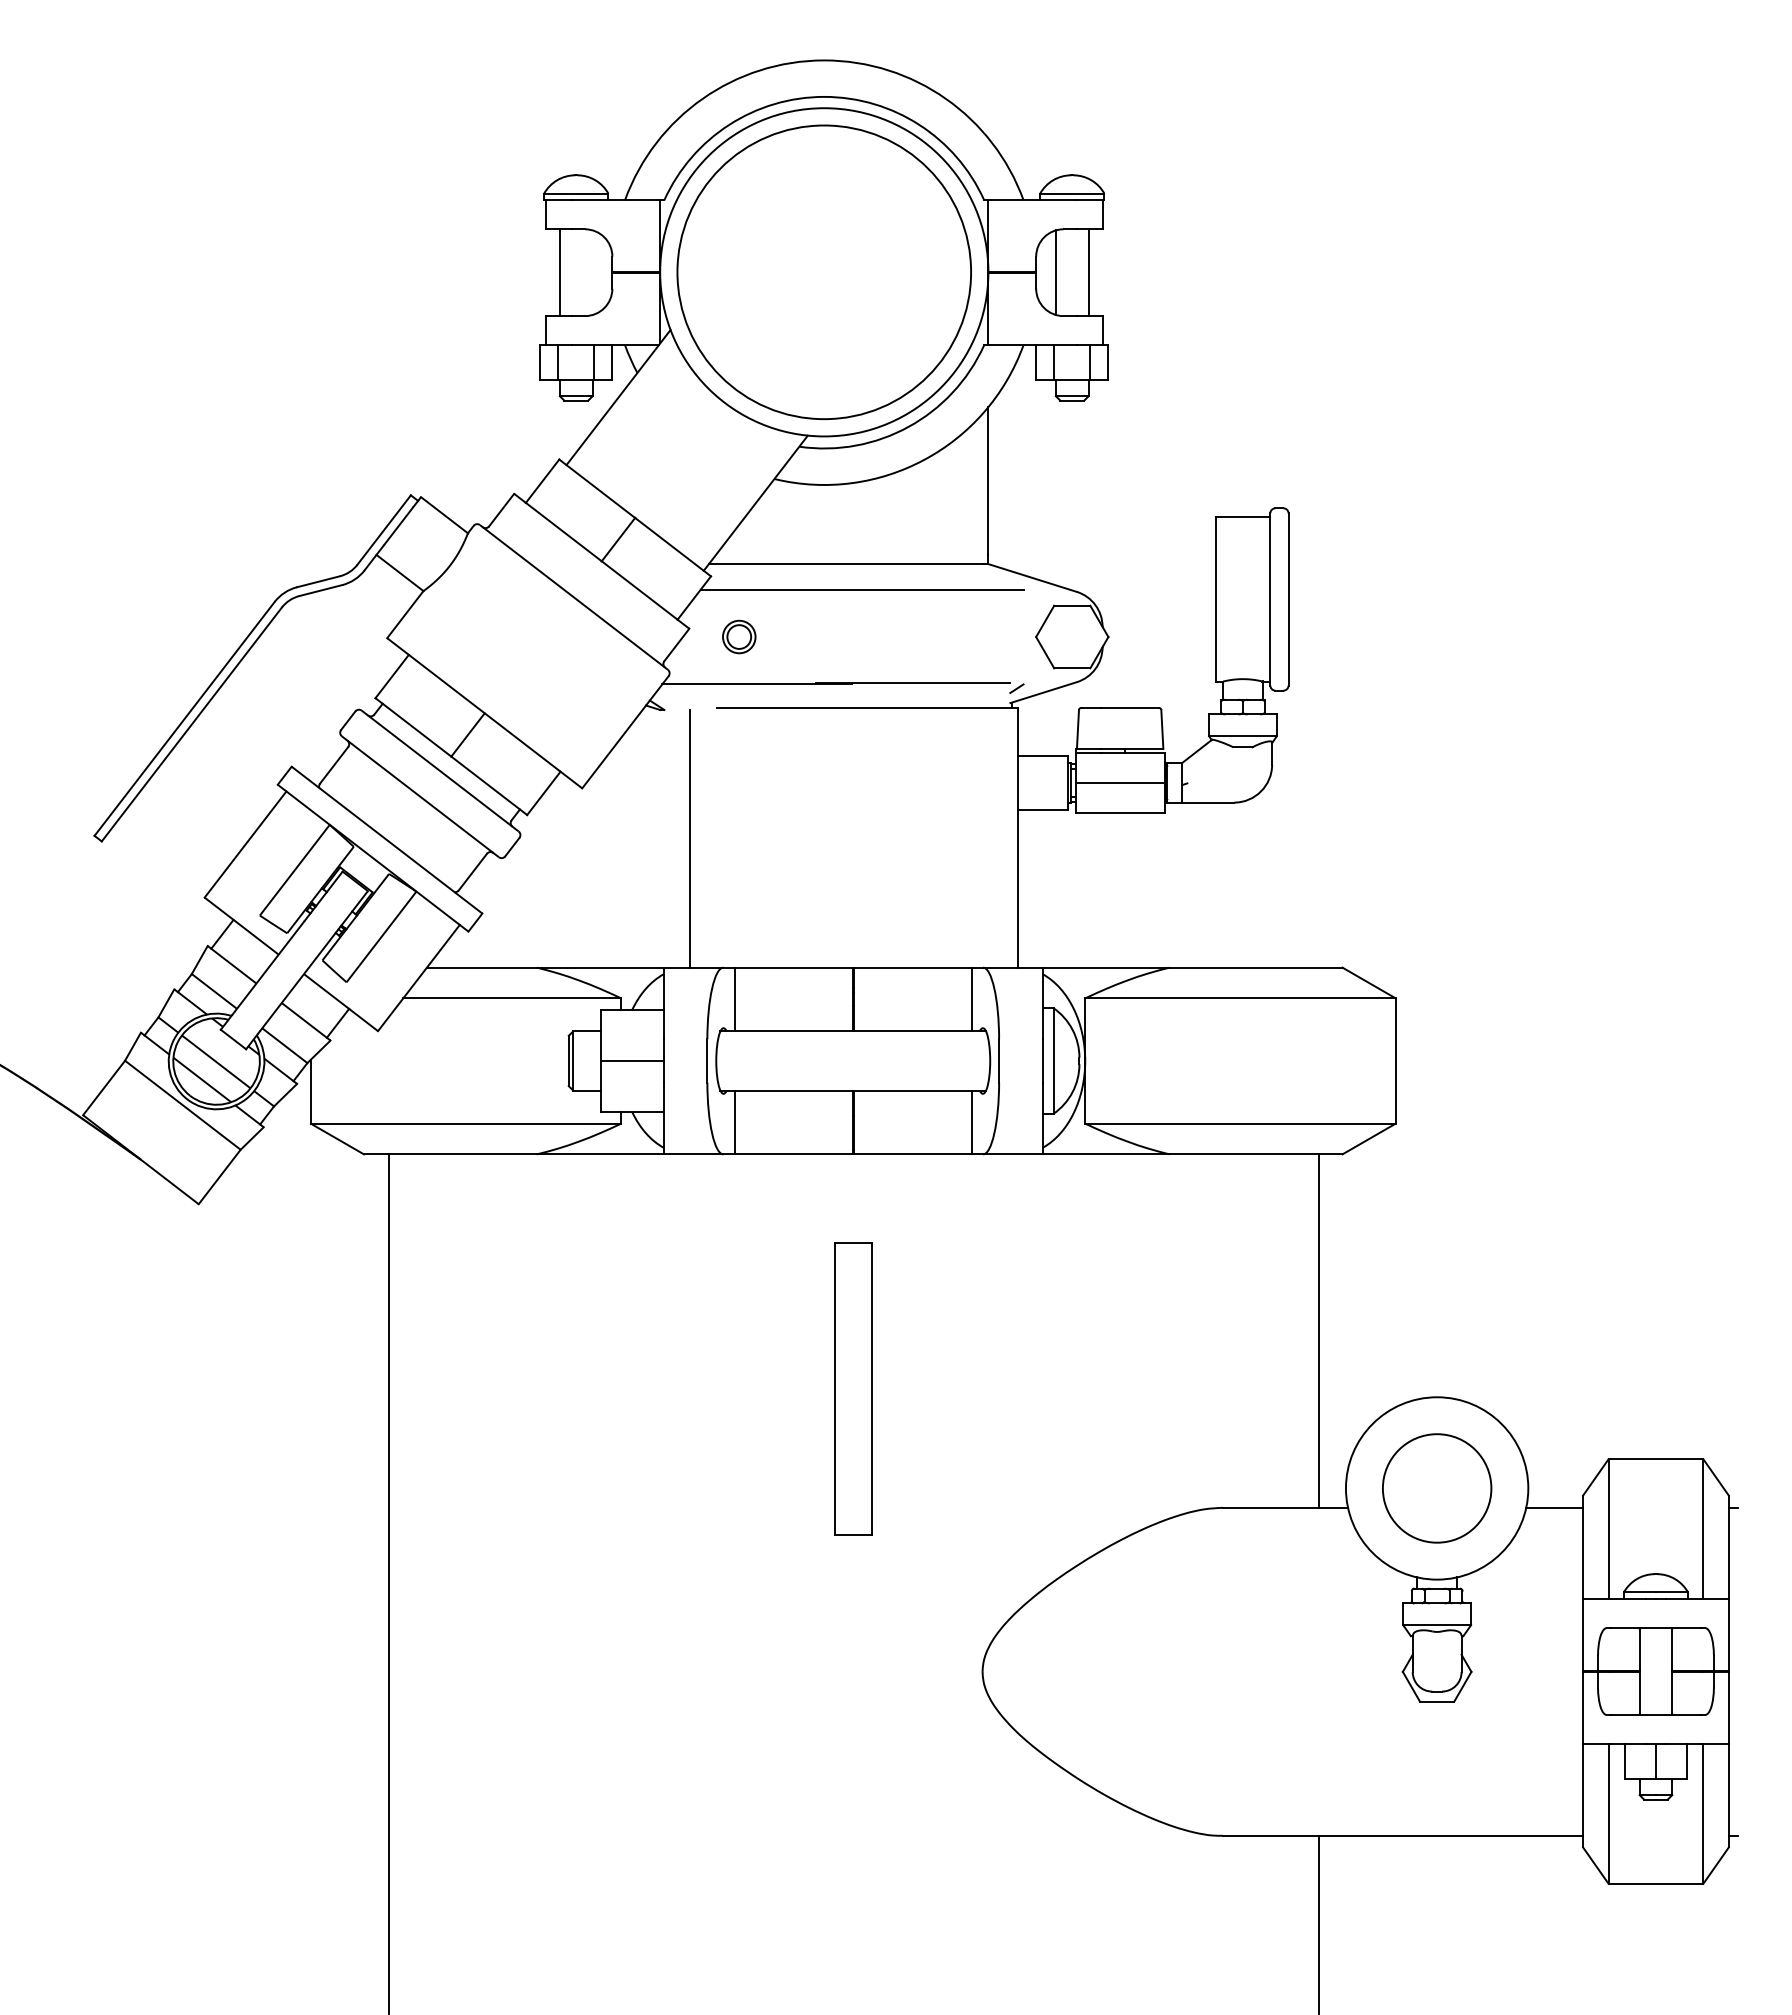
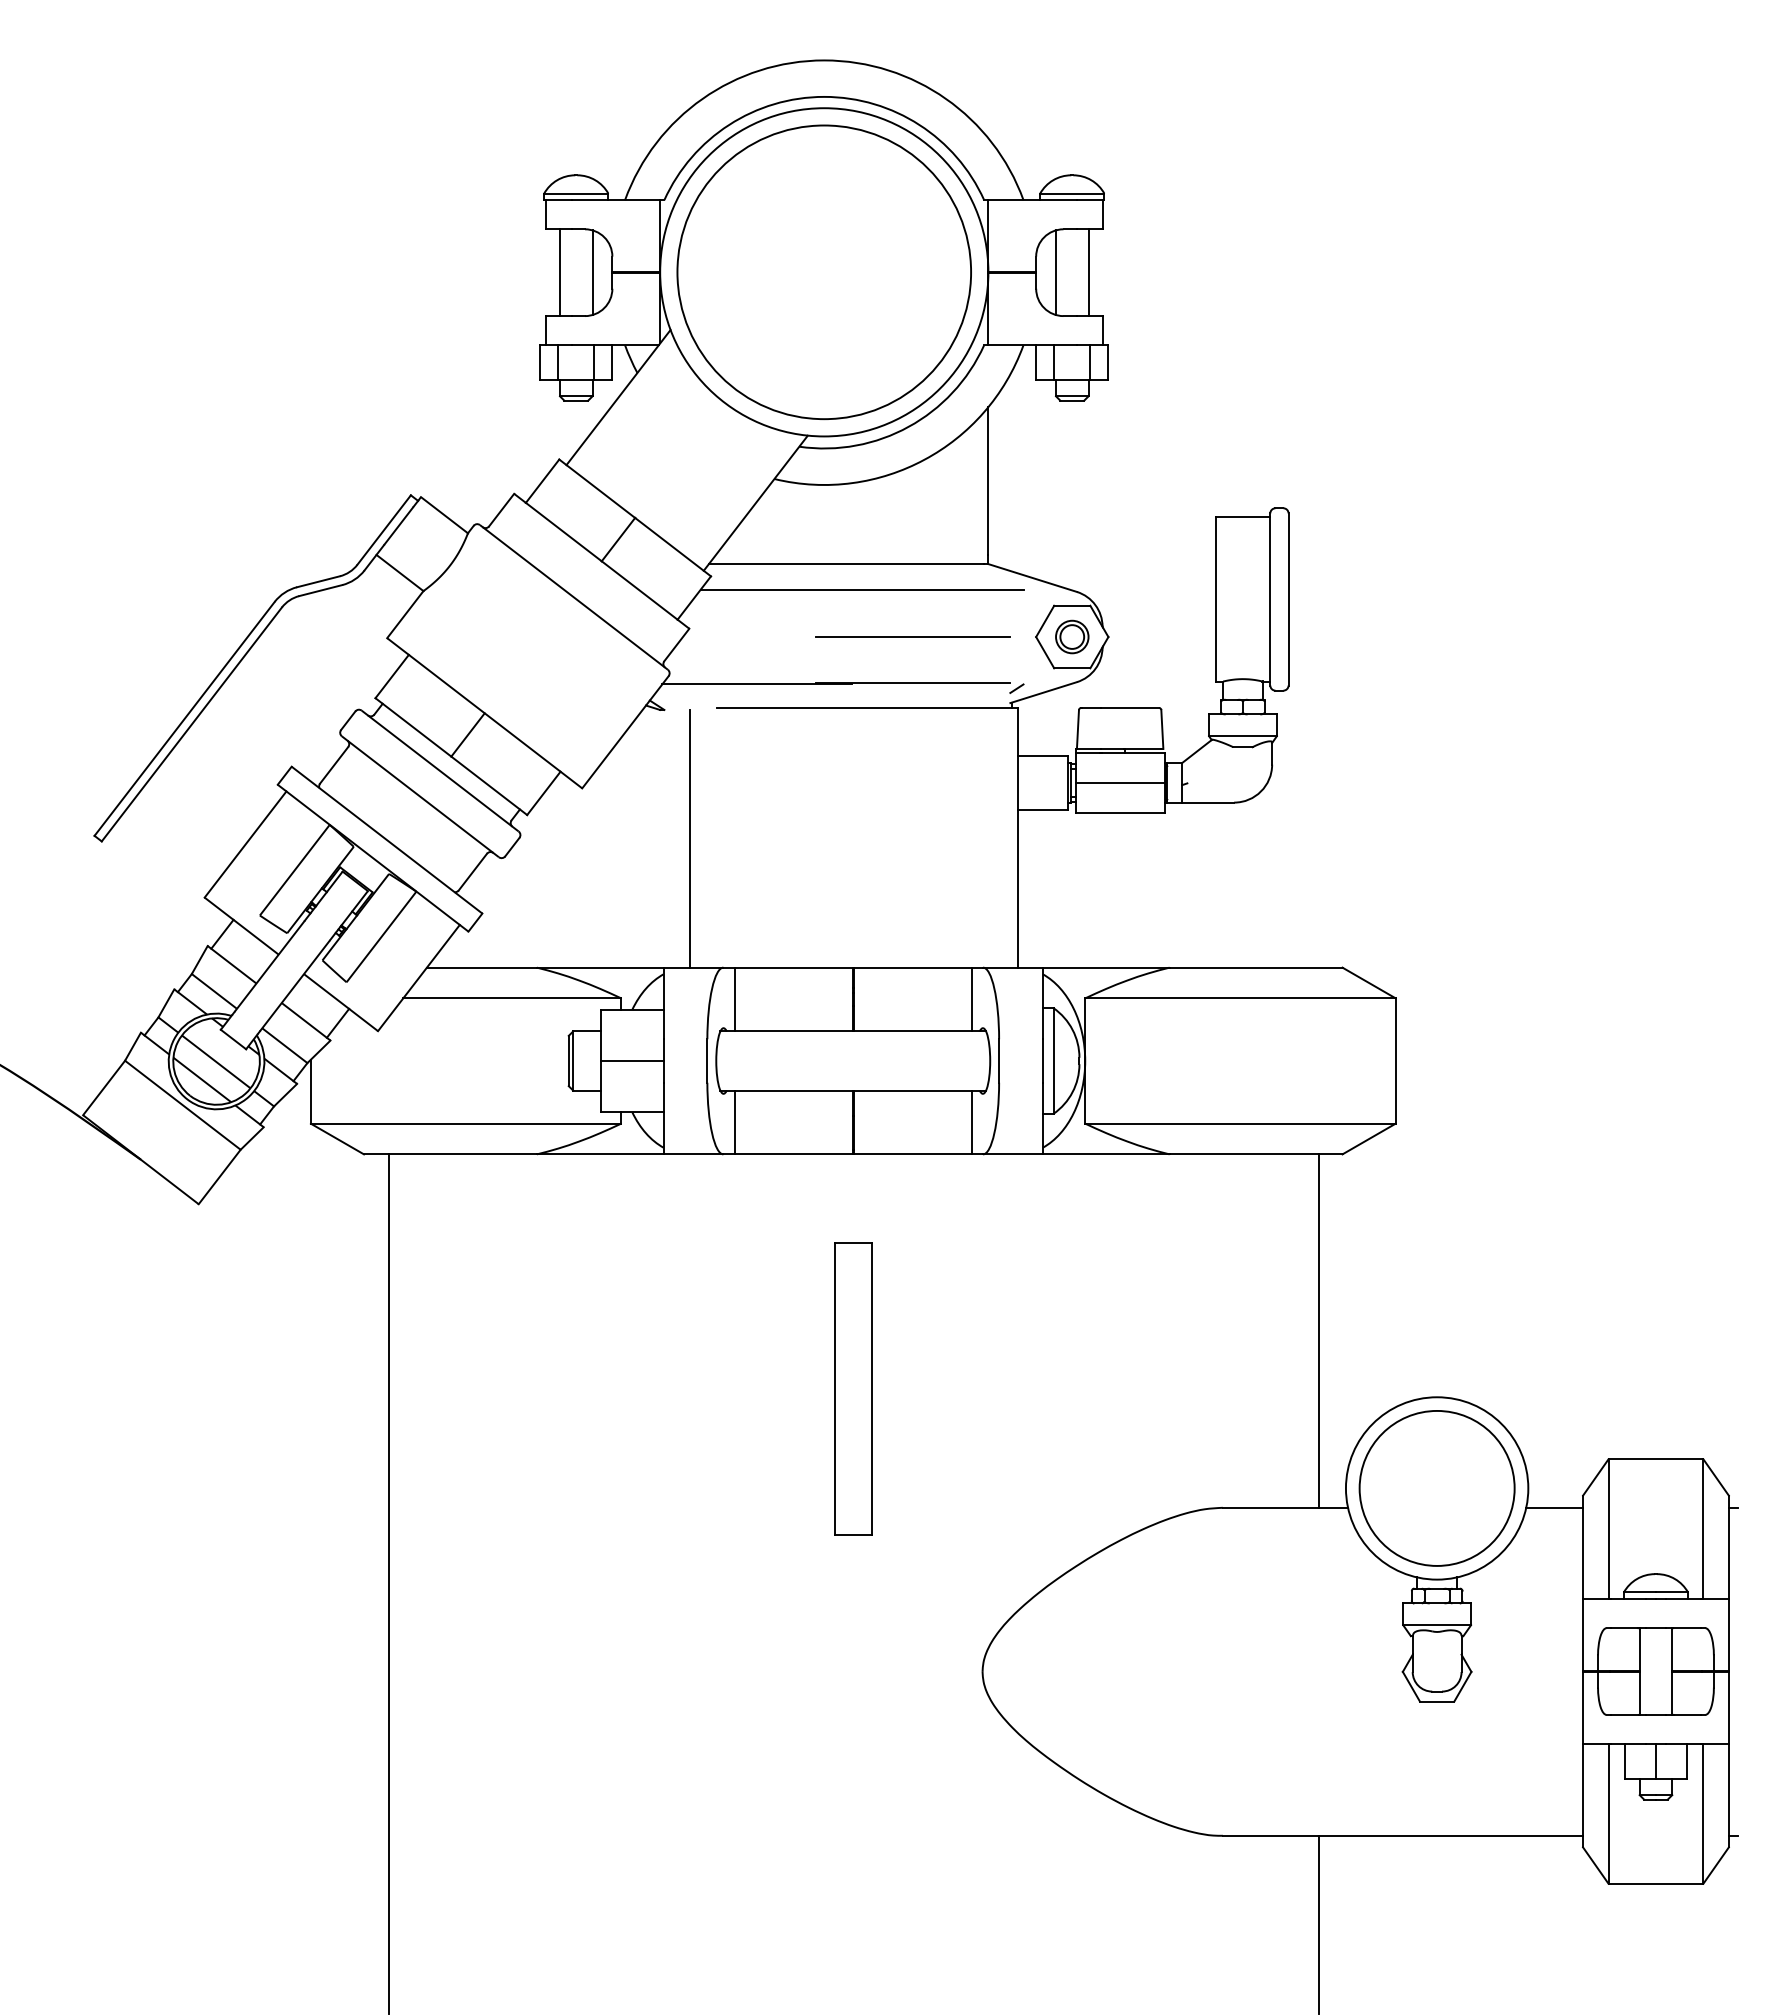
line at (592, 272): none -> present
part at (739, 636) position: (739, 636) -> (1072, 636)
line at (912, 636): none -> present
circle at (1436, 1488) diameter: 108 px -> 155 px
